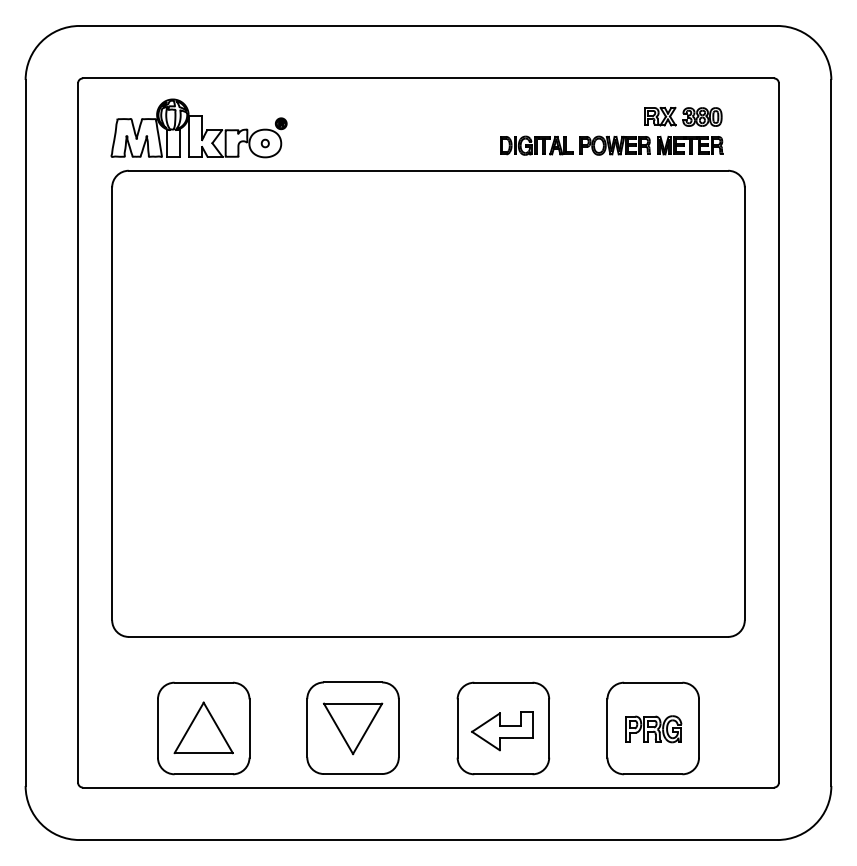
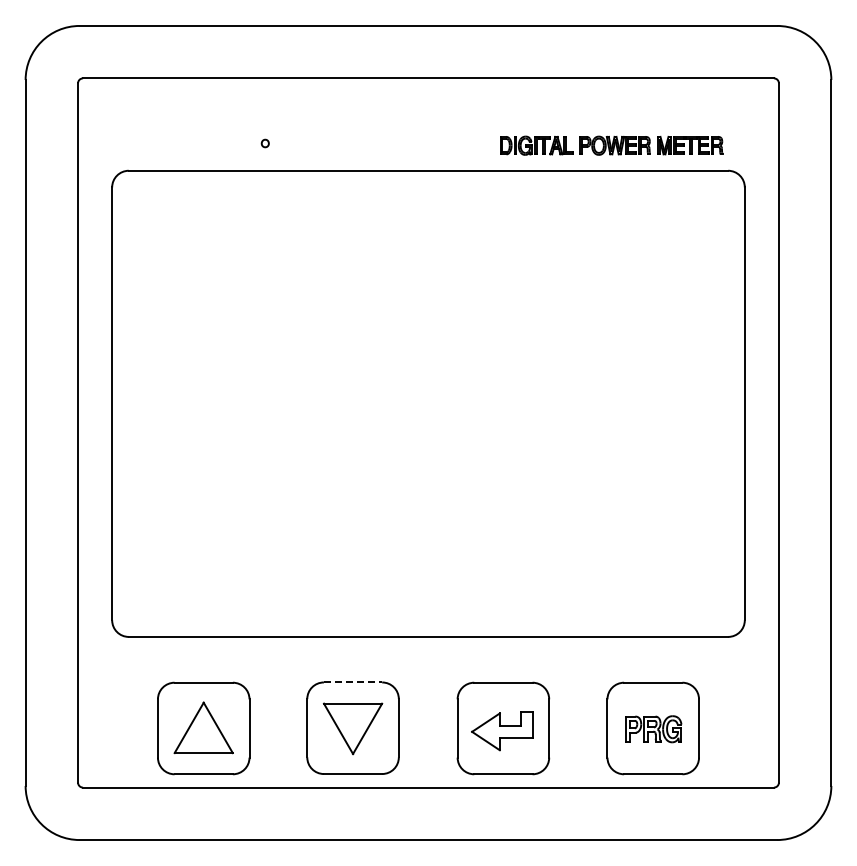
part at (683, 116): present -> none
part at (198, 128): present -> none
line at (353, 682): solid -> dashed
